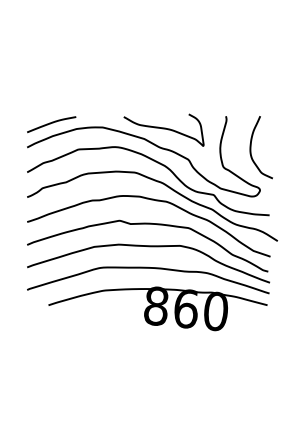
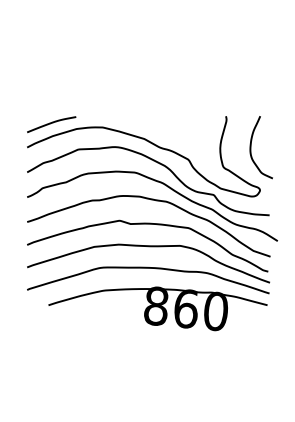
curve at (163, 129): present -> none
